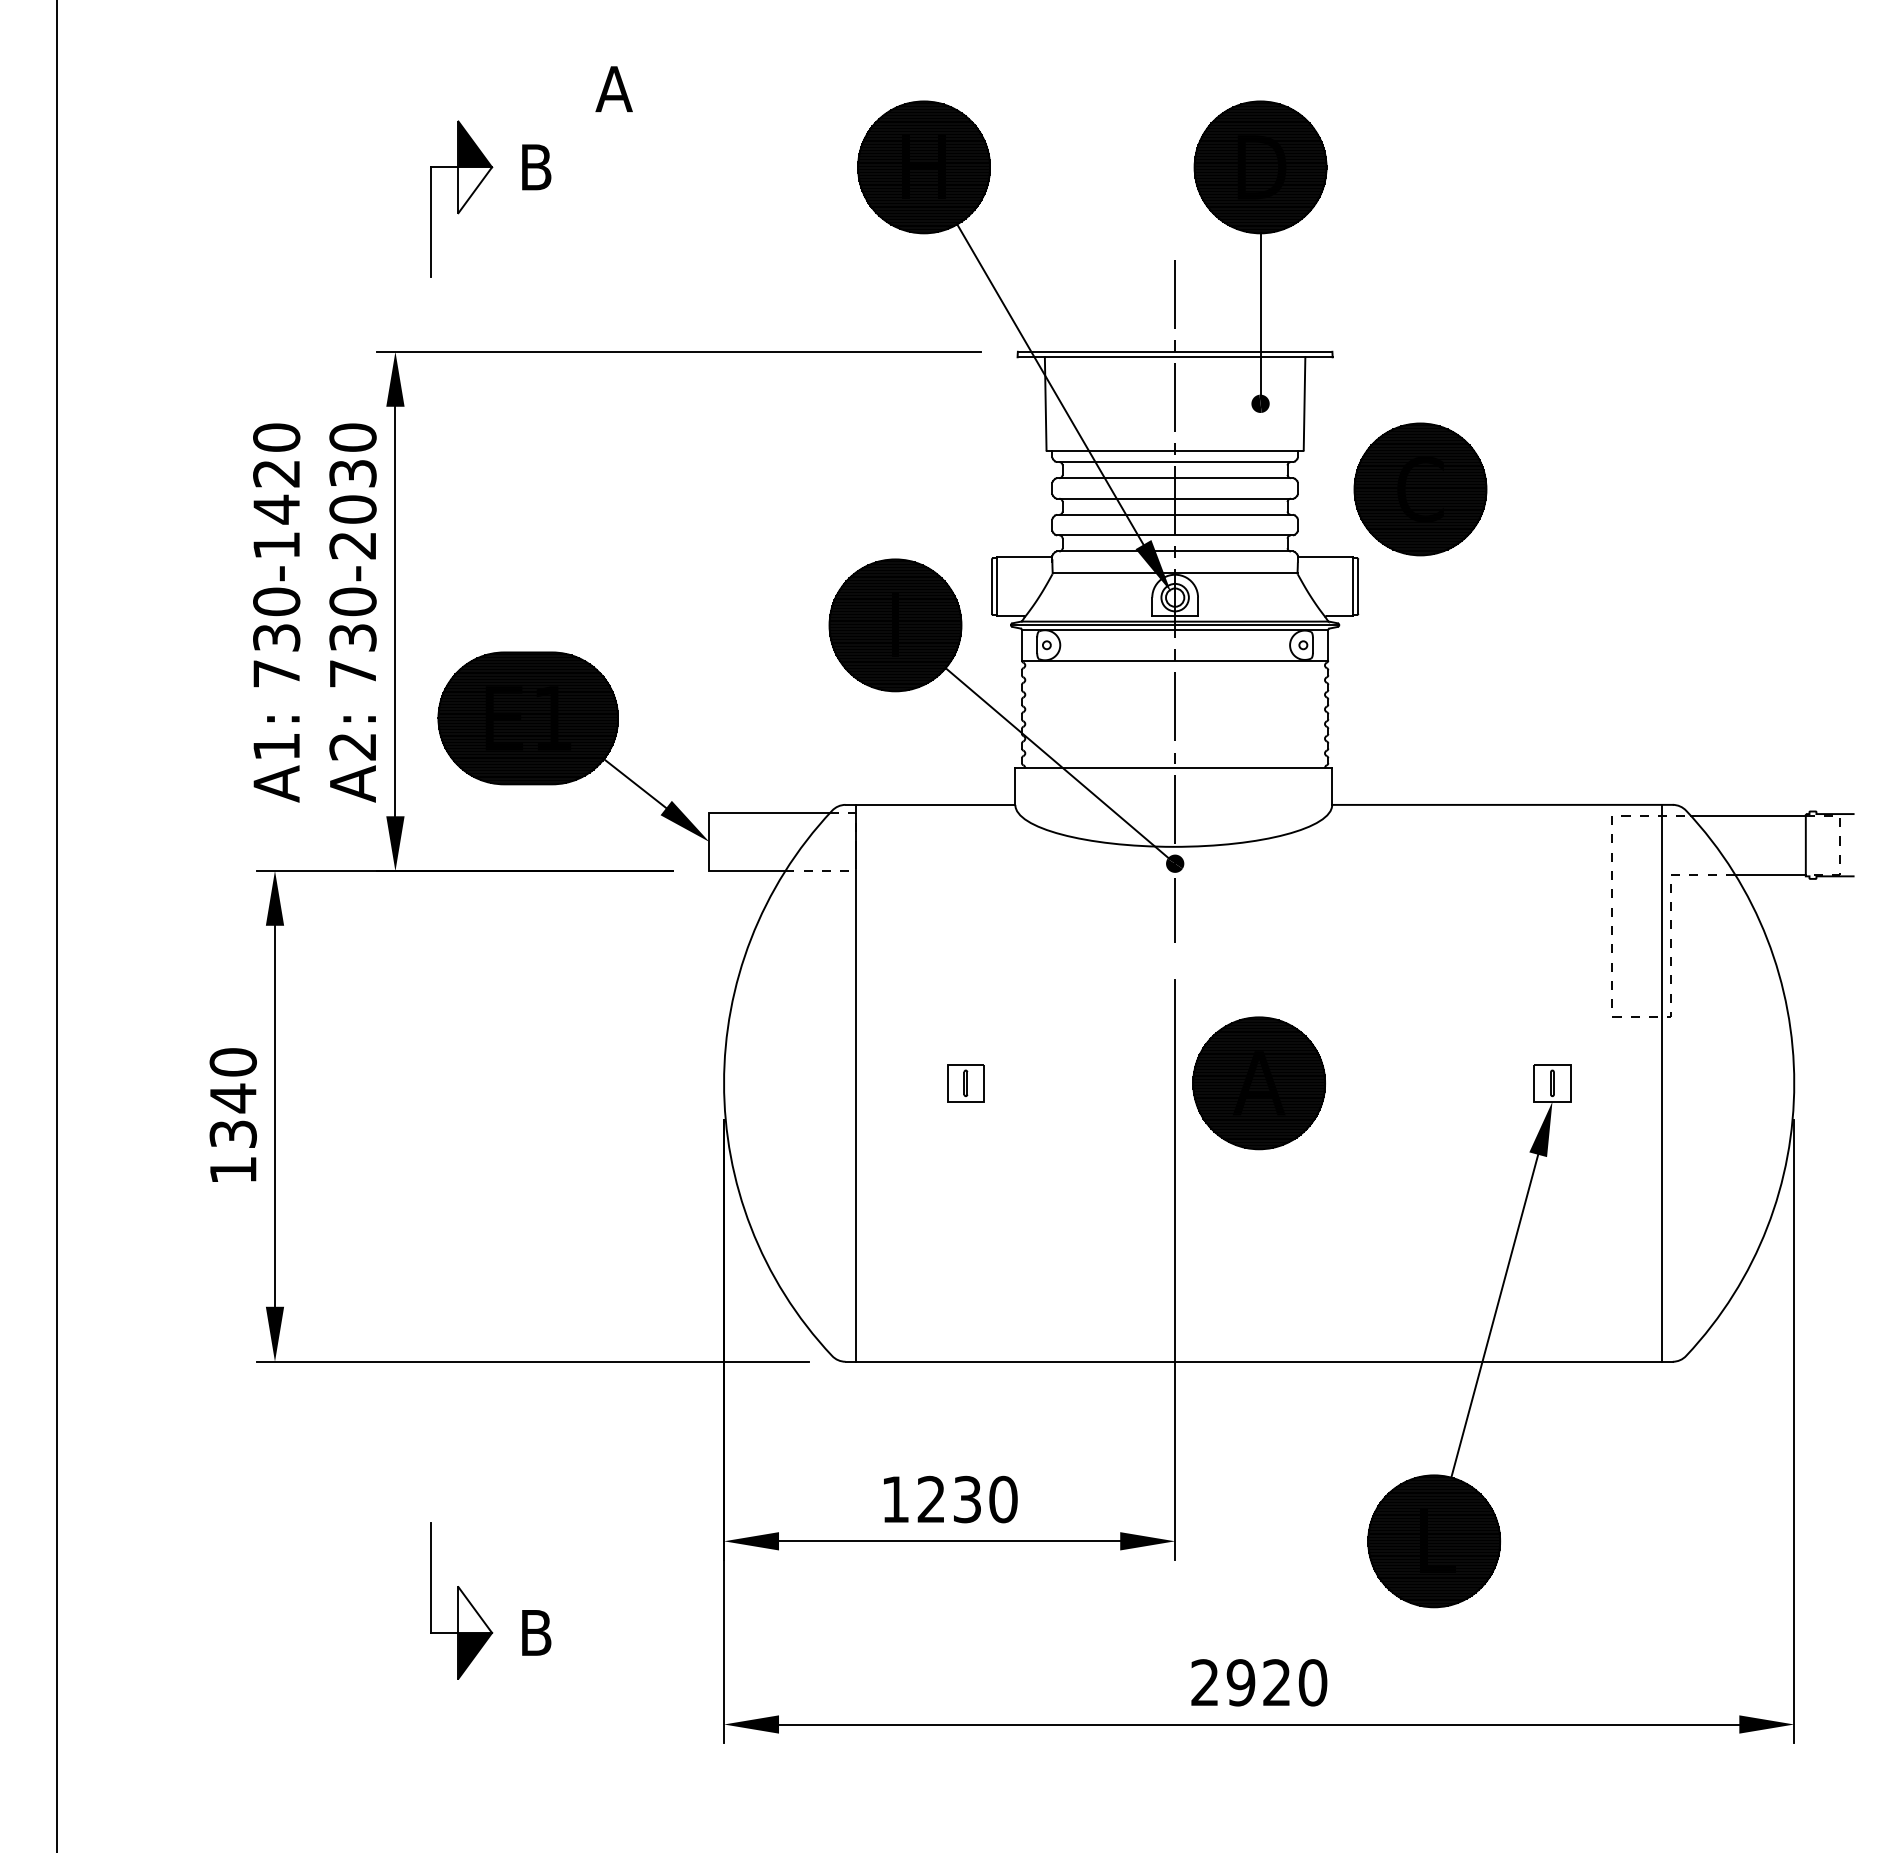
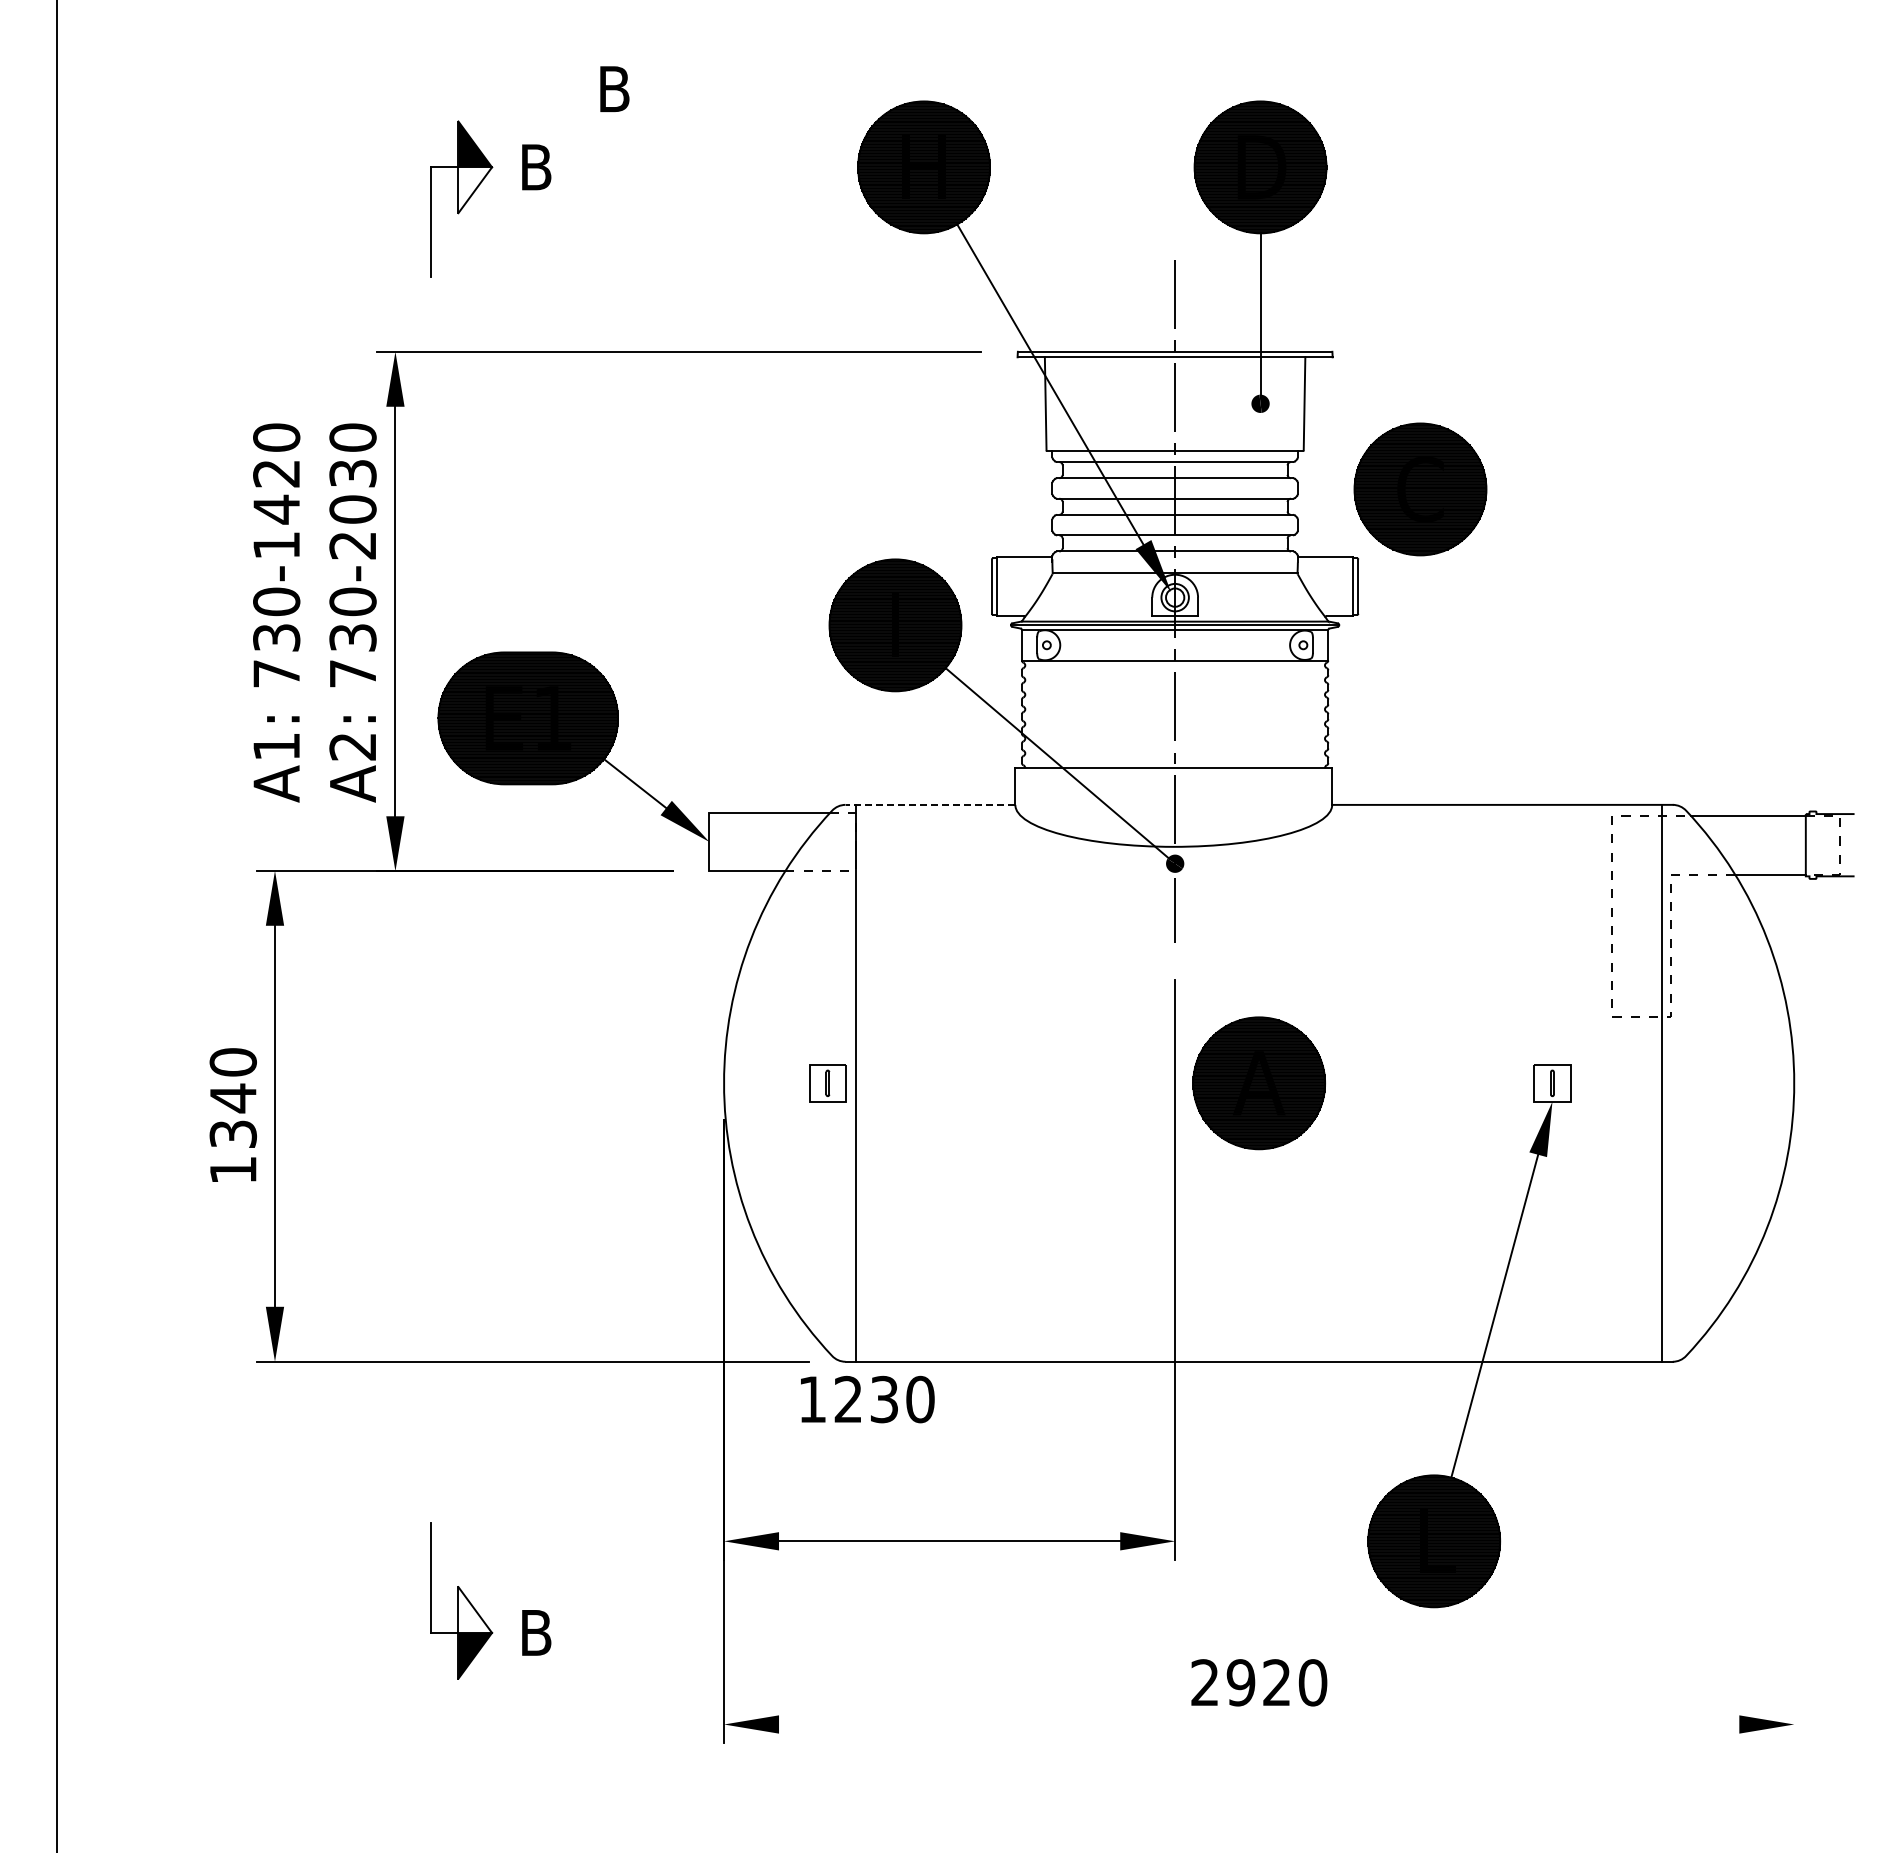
text at (613, 89): A -> B
line at (930, 804): solid -> dashed
part at (965, 1083) position: (965, 1083) -> (827, 1083)
line at (1794, 1430): present -> none
text at (950, 1499) position: (950, 1499) -> (867, 1399)
line at (1259, 1724): present -> none
